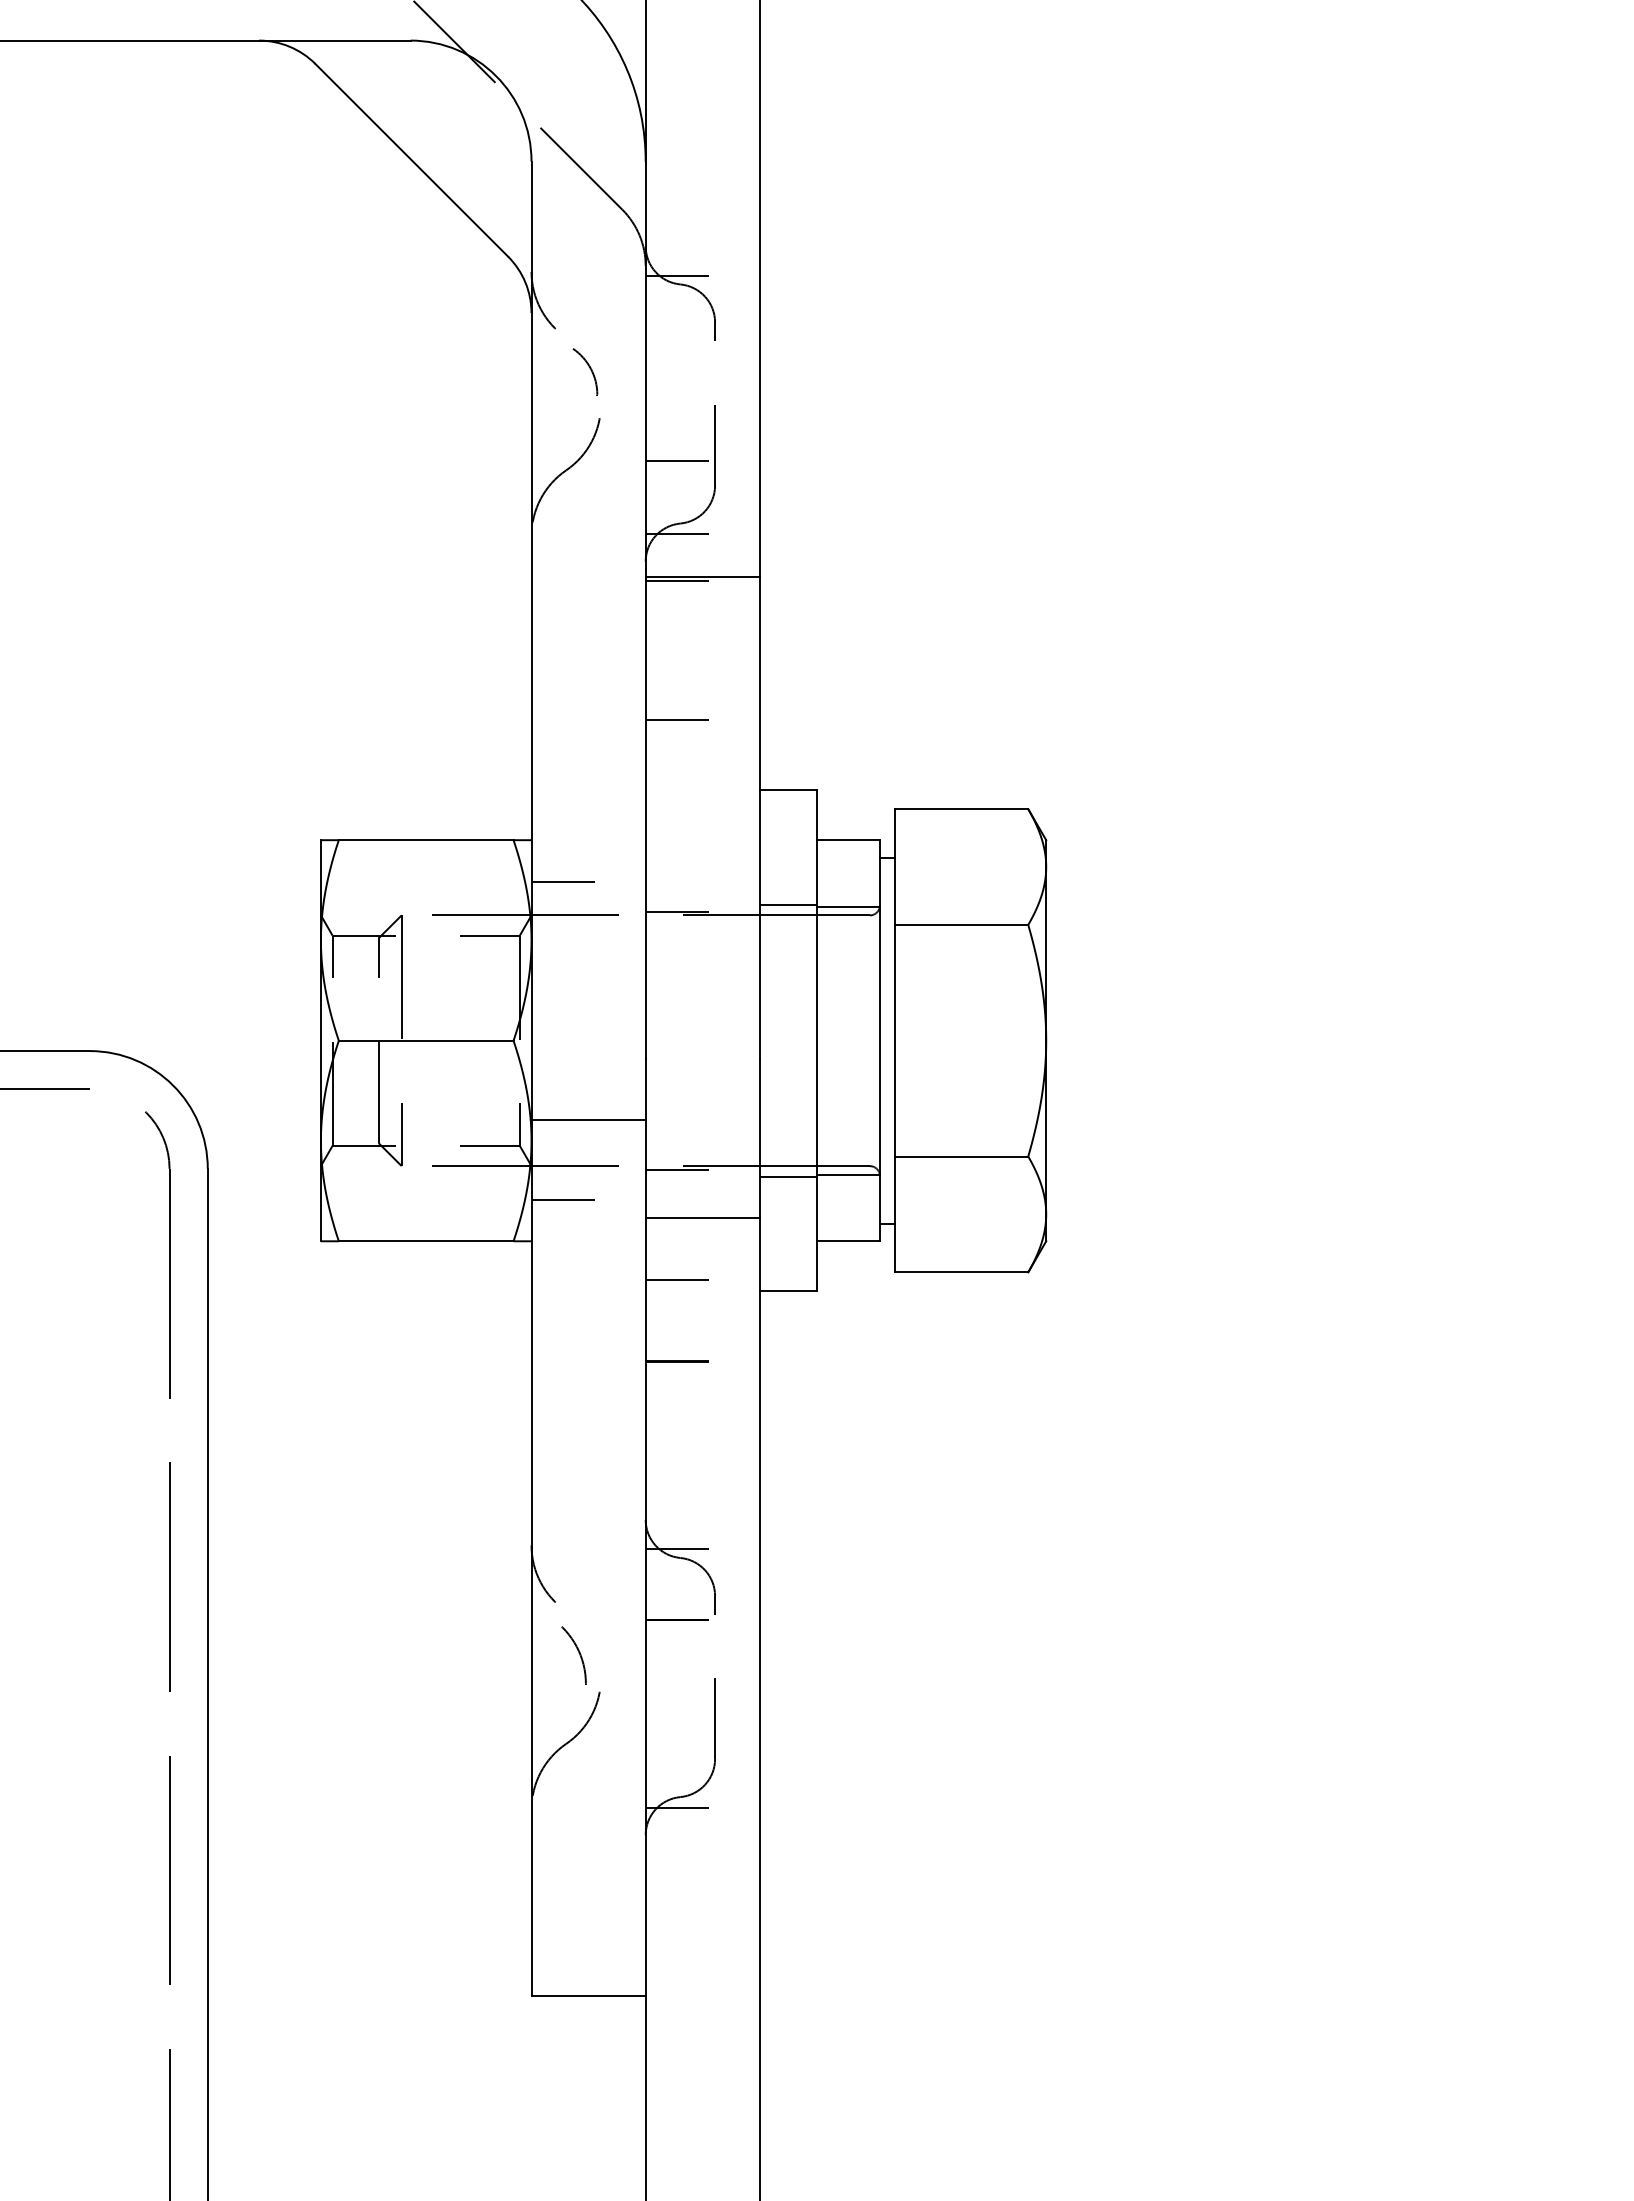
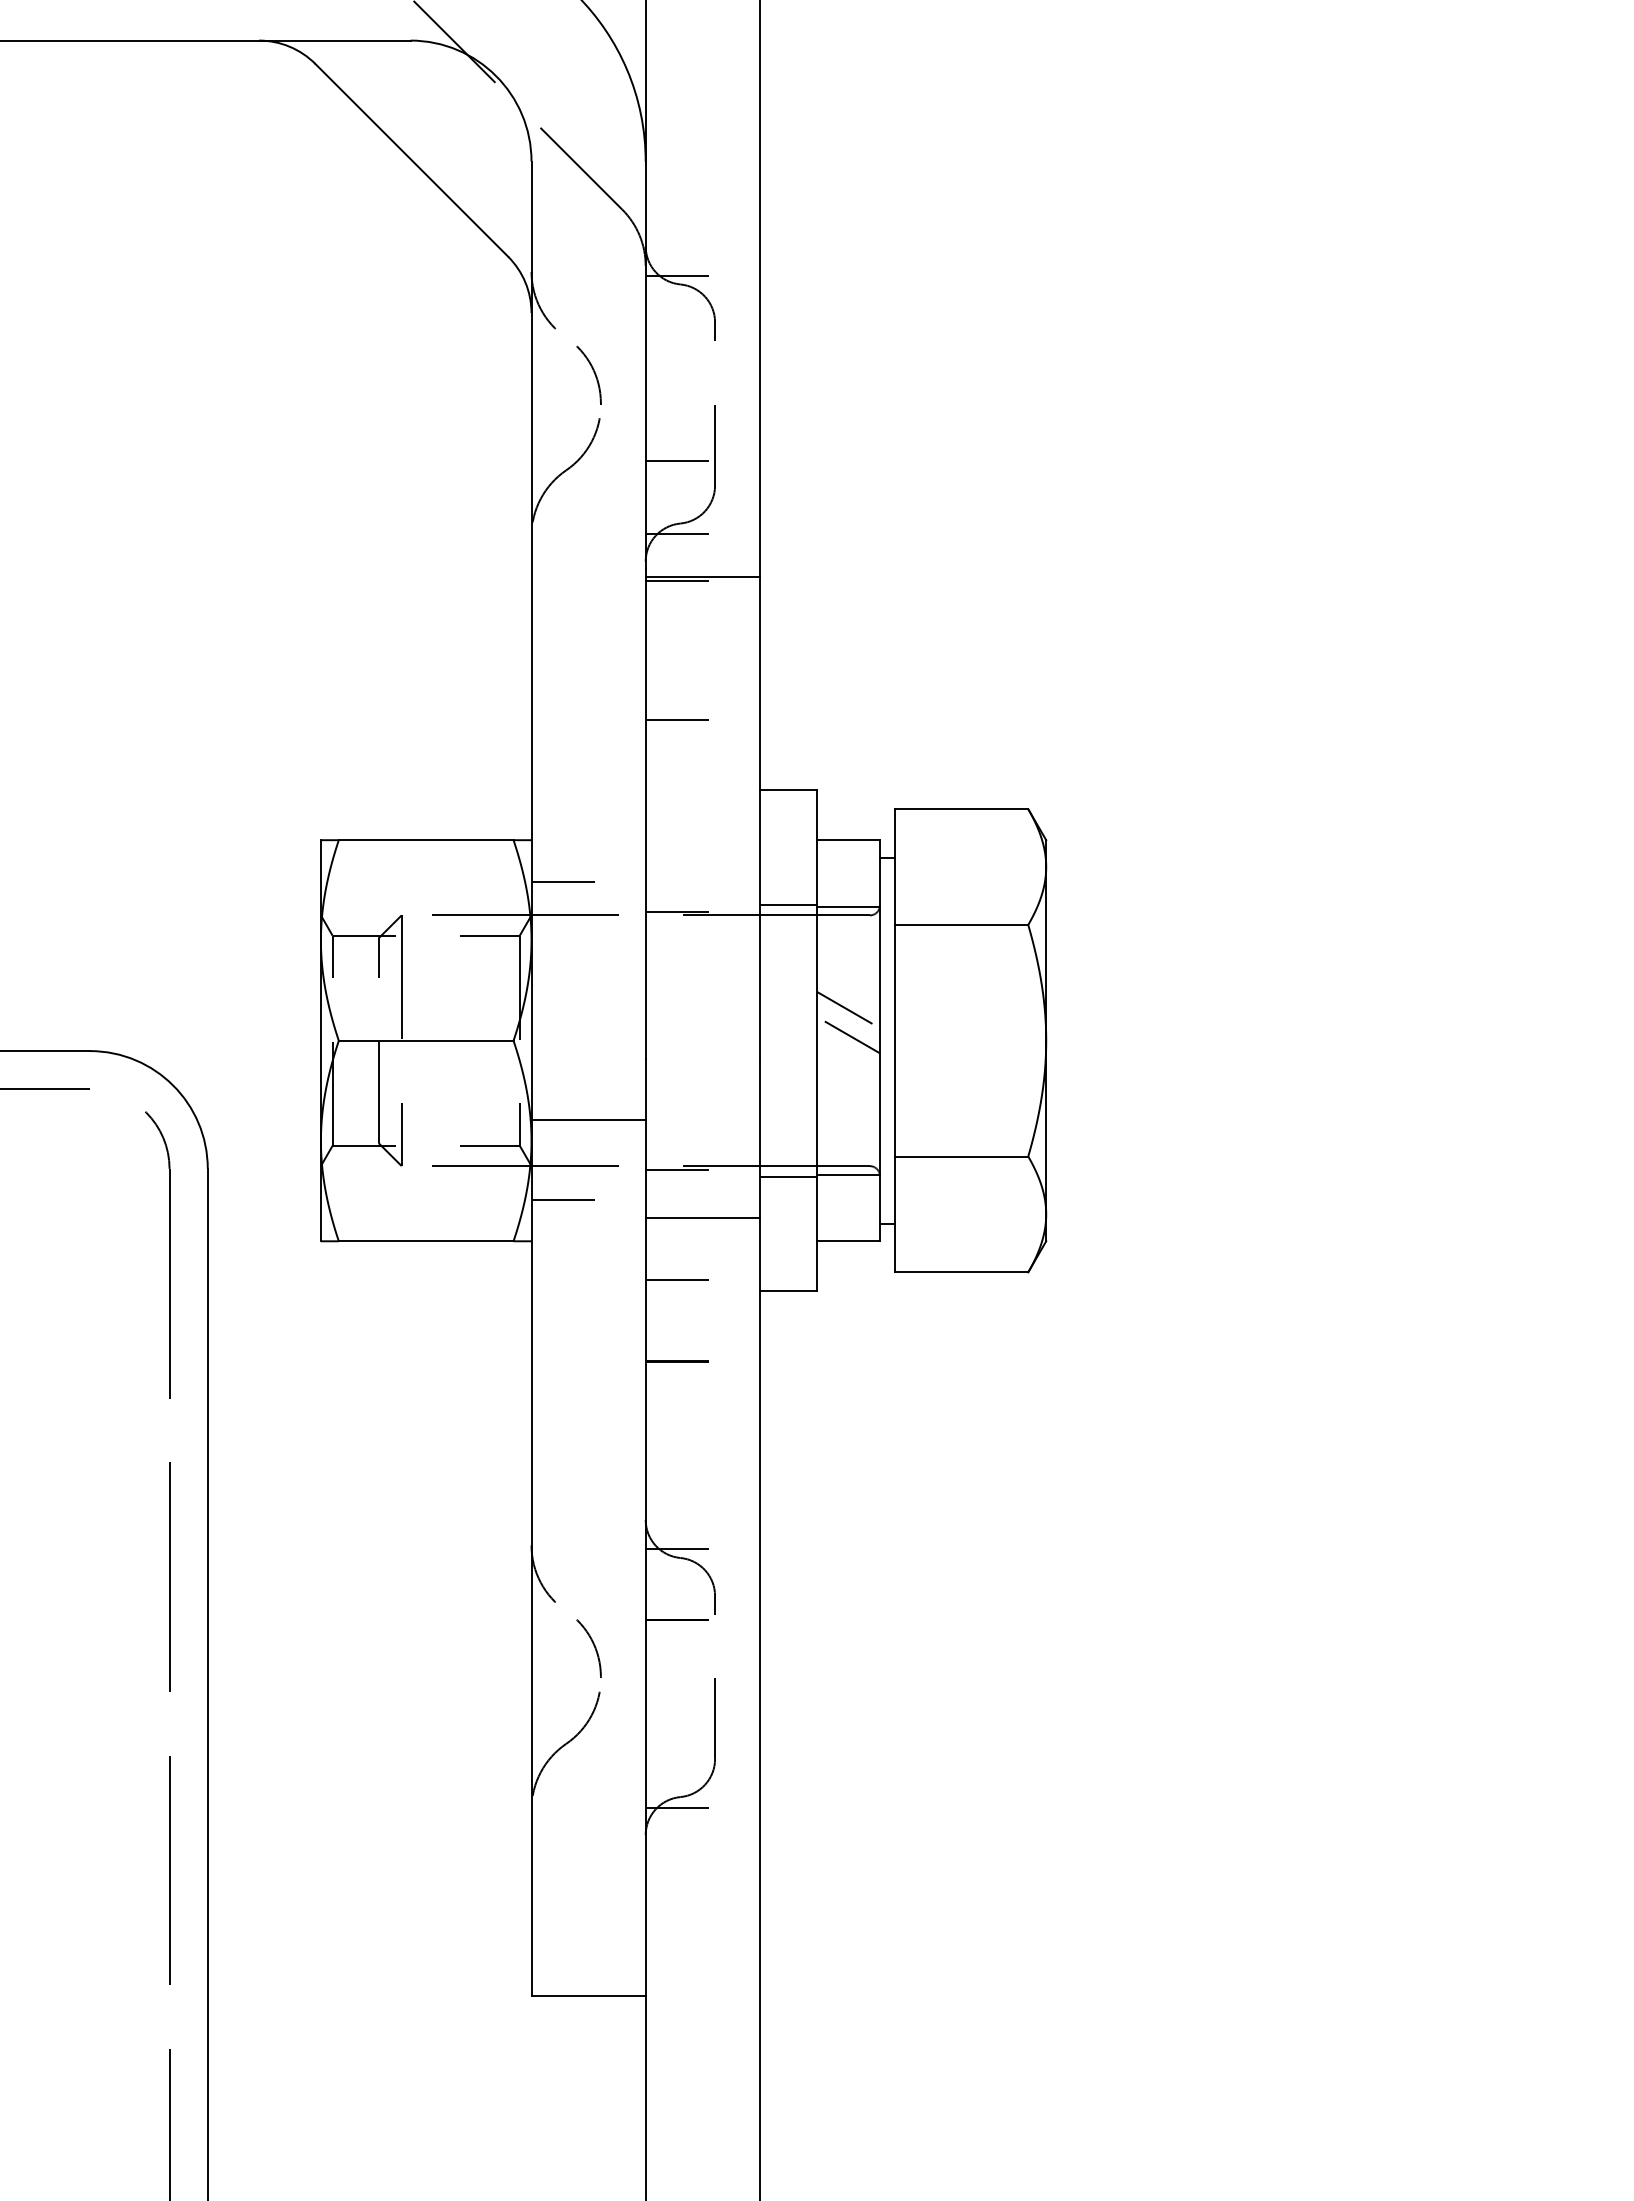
part at (585, 371) size: 26x48 px -> 26x60 px
line at (848, 1010): none -> present
line at (848, 1035): none -> present
part at (573, 1655) position: (573, 1655) -> (588, 1648)
